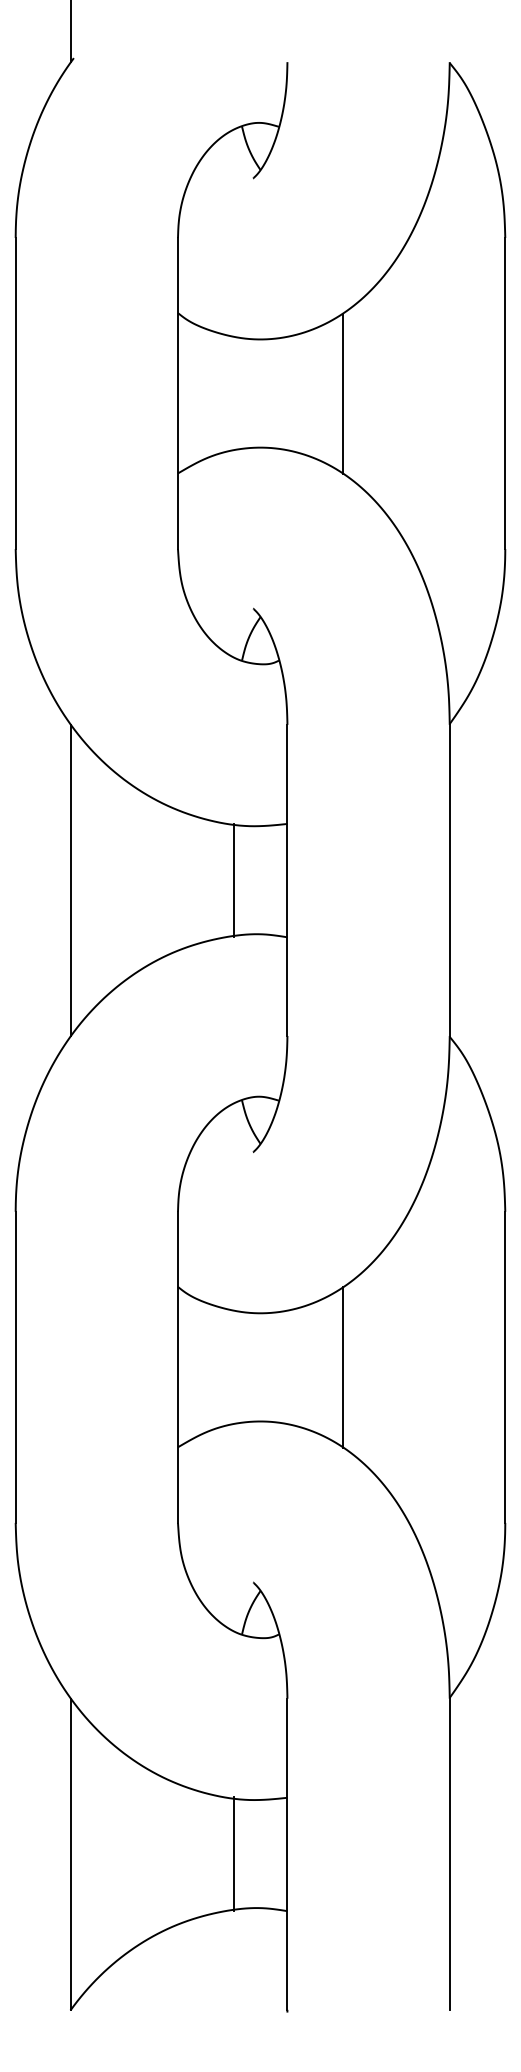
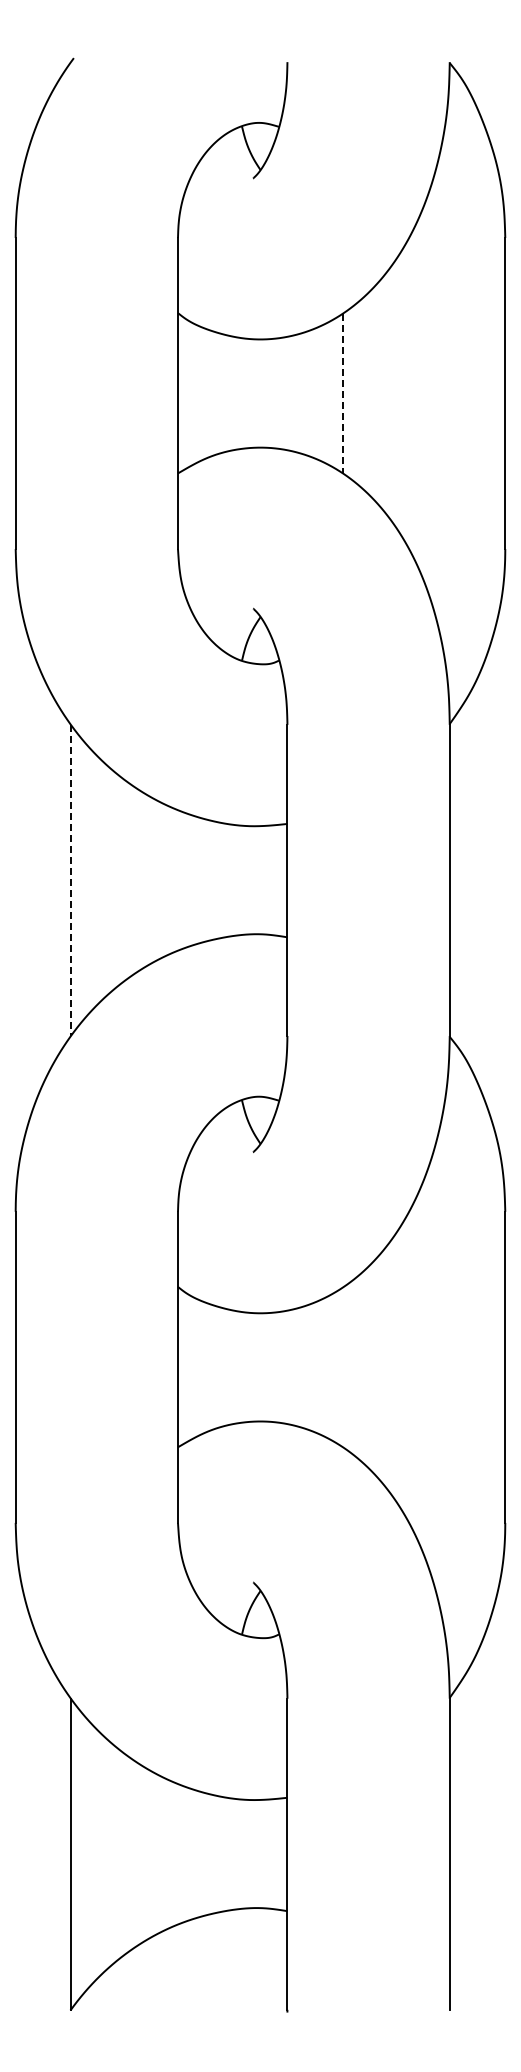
line at (71, 32): present -> none
line at (342, 394): solid -> dashed
line at (233, 879): present -> none
line at (71, 880): solid -> dashed
line at (342, 1367): present -> none
line at (233, 1853): present -> none
